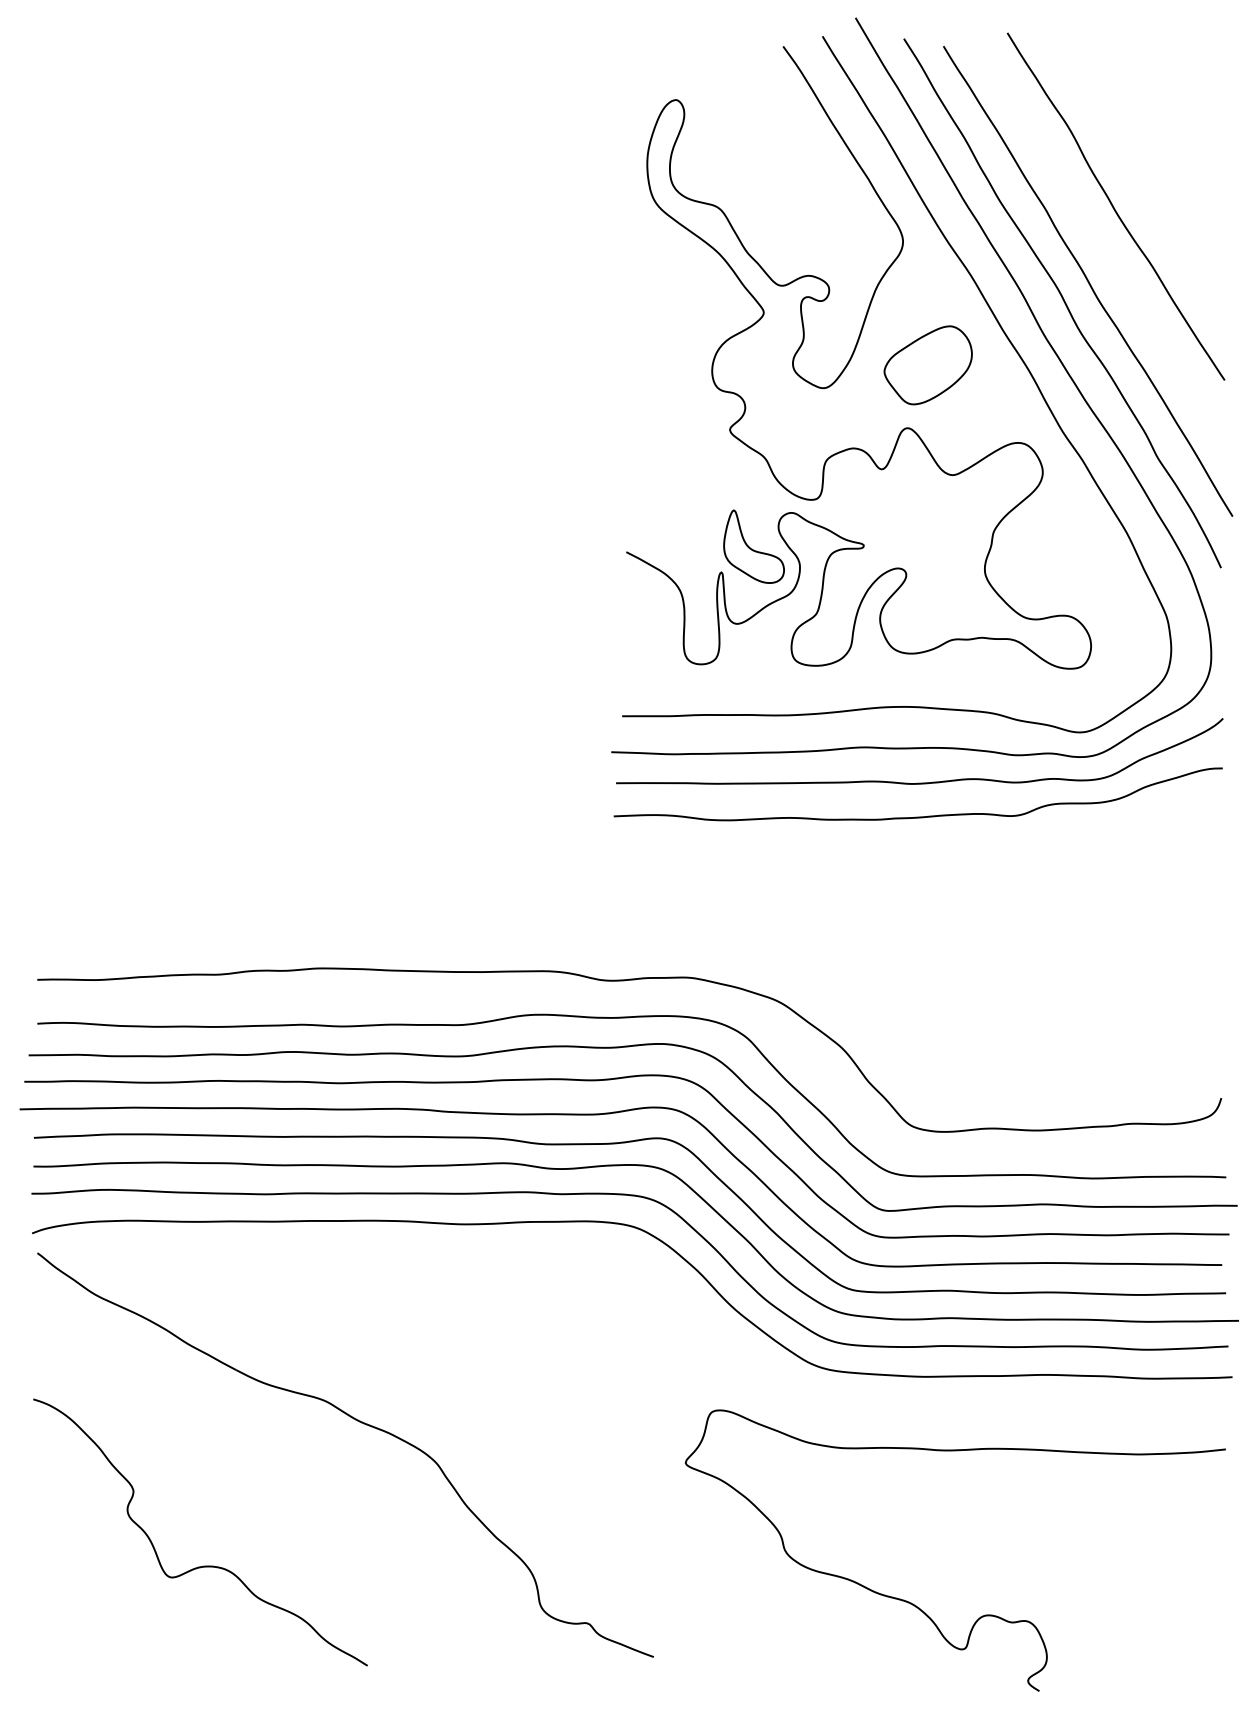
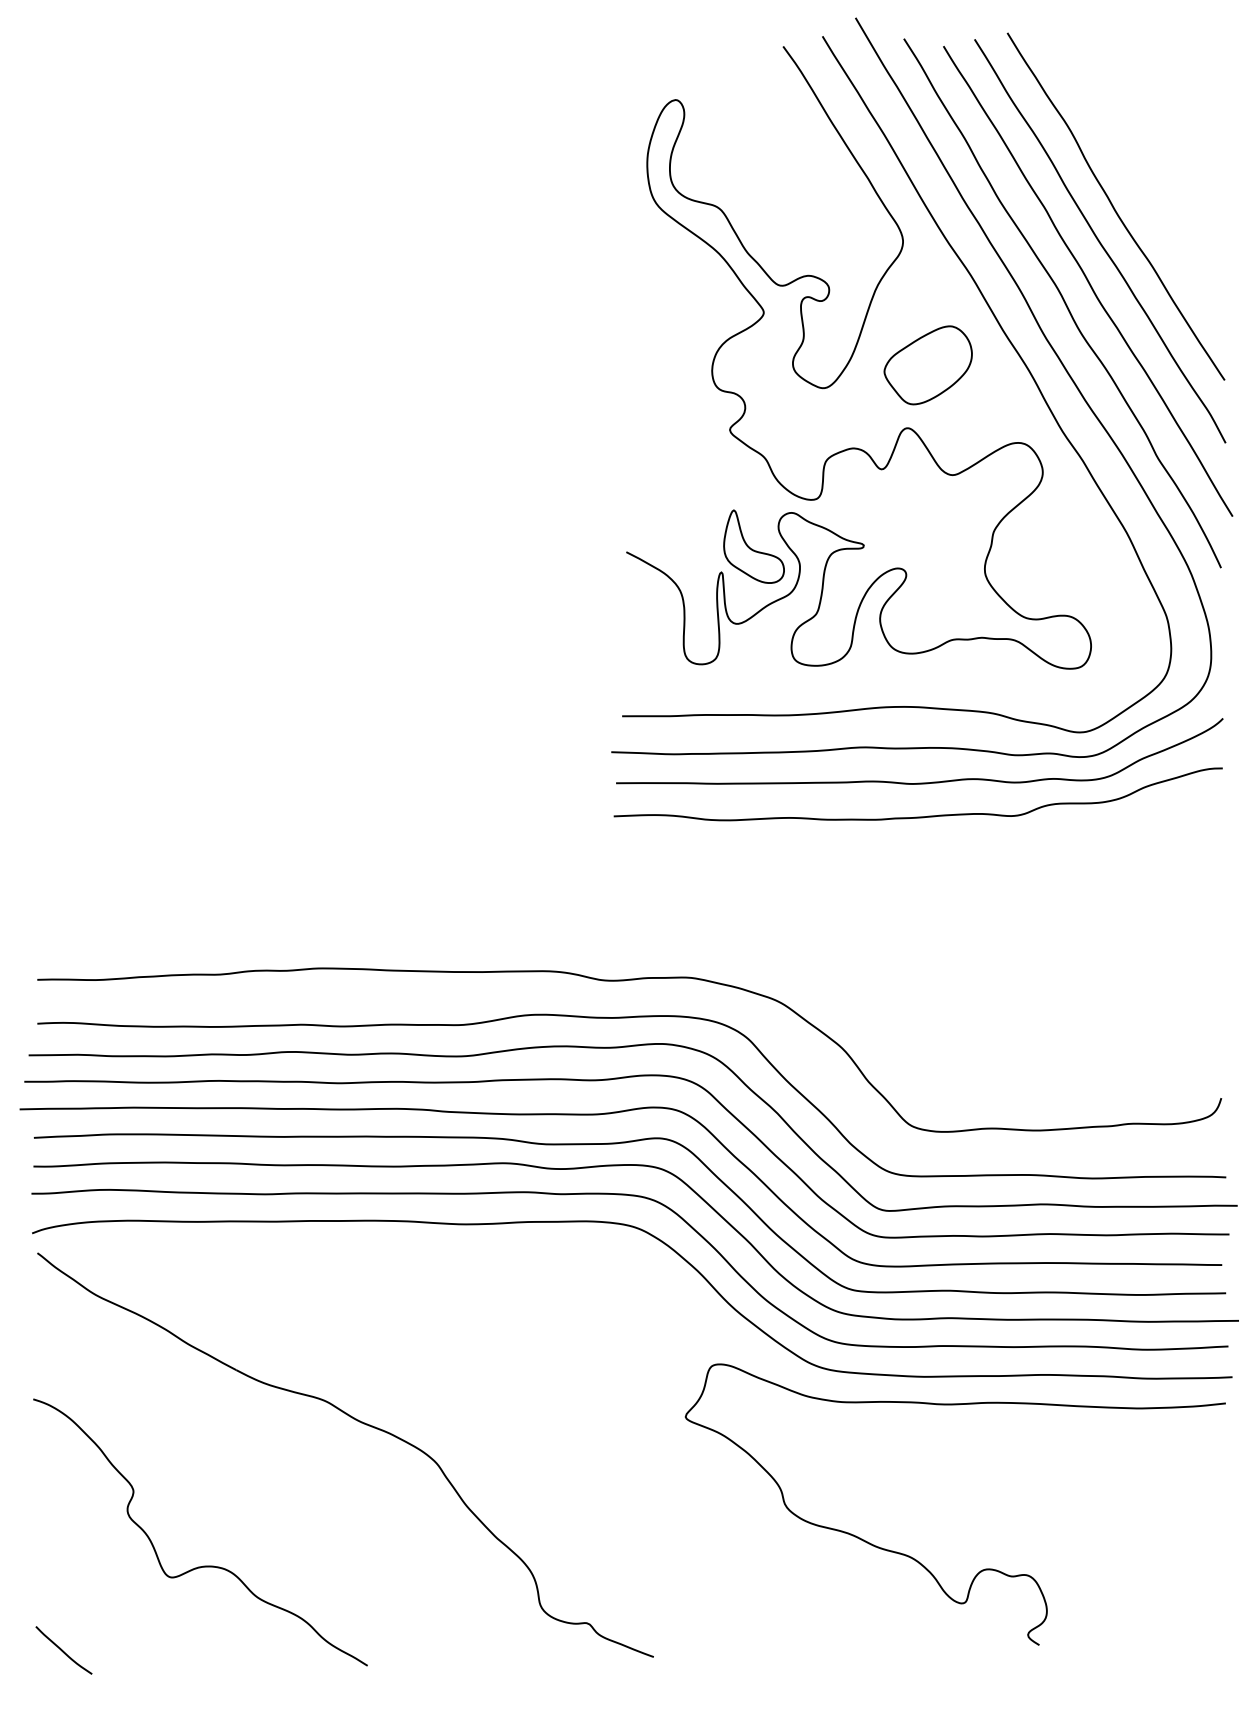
curve at (1100, 241): none -> present
curve at (916, 1605) position: (916, 1605) -> (916, 1559)
curve at (63, 1650): none -> present
